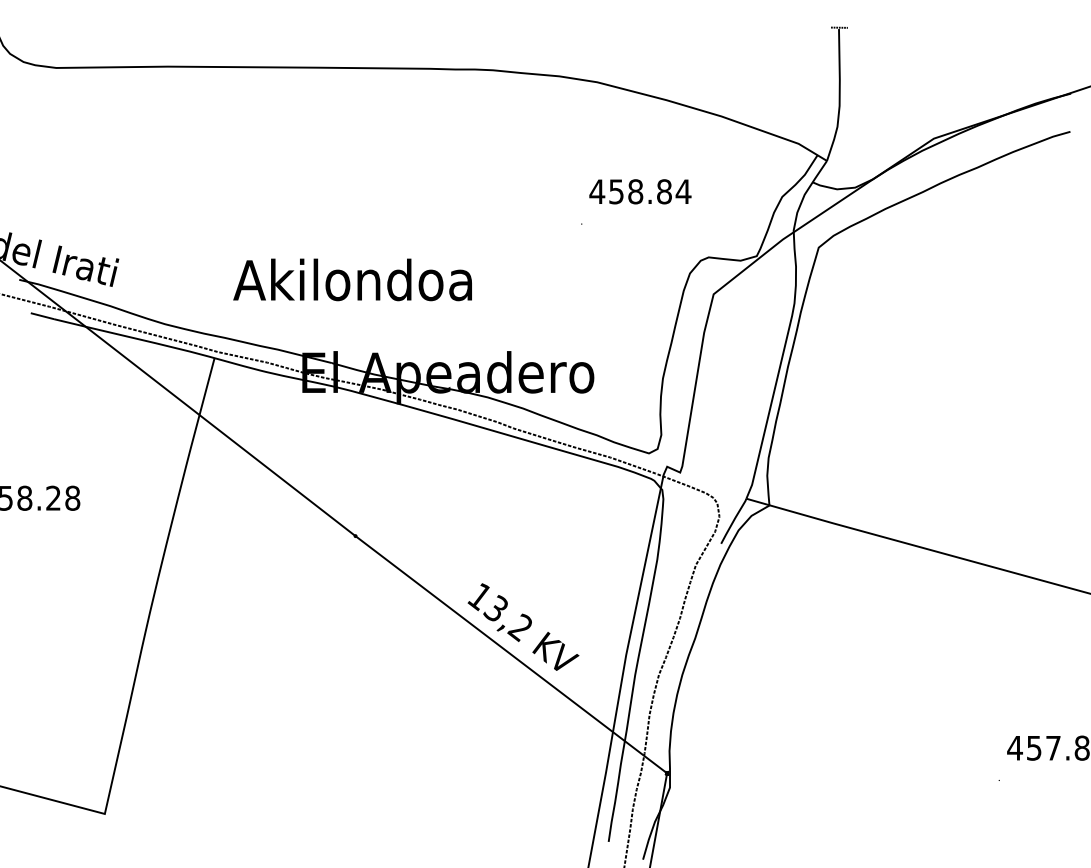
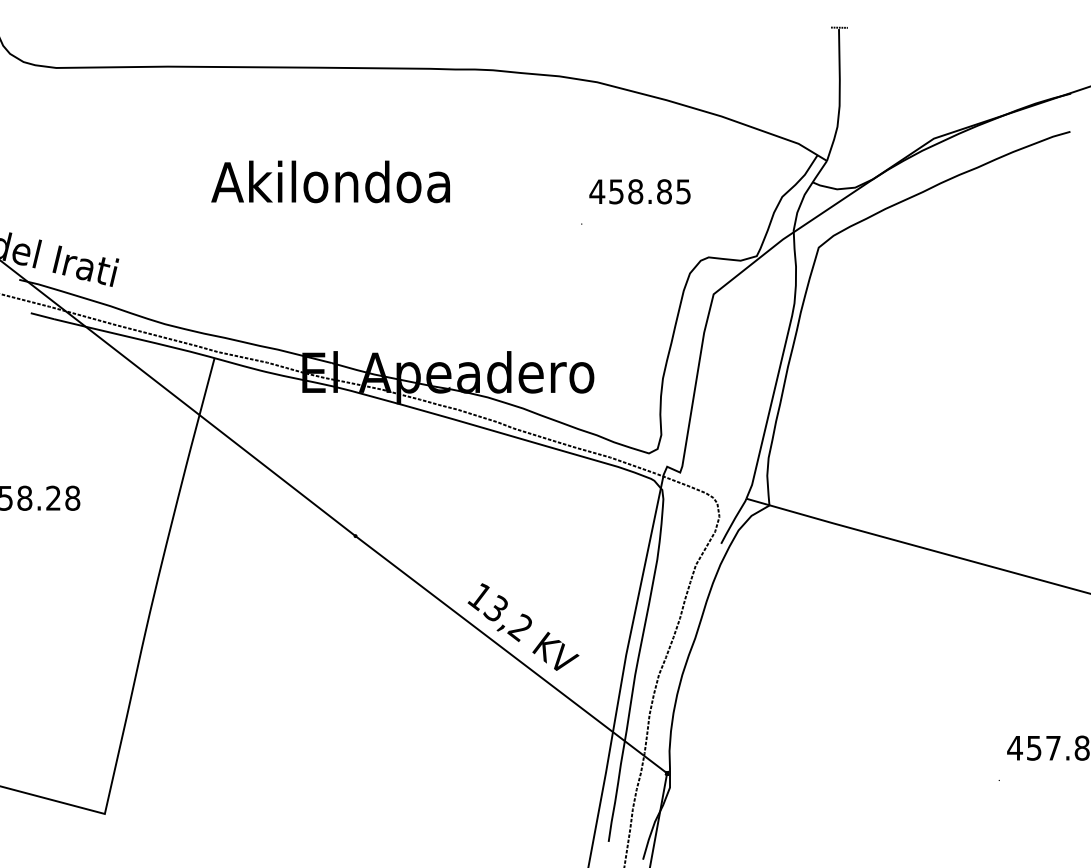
text at (683, 191): 458.84 -> 458.85
text at (352, 279) position: (352, 279) -> (330, 181)
